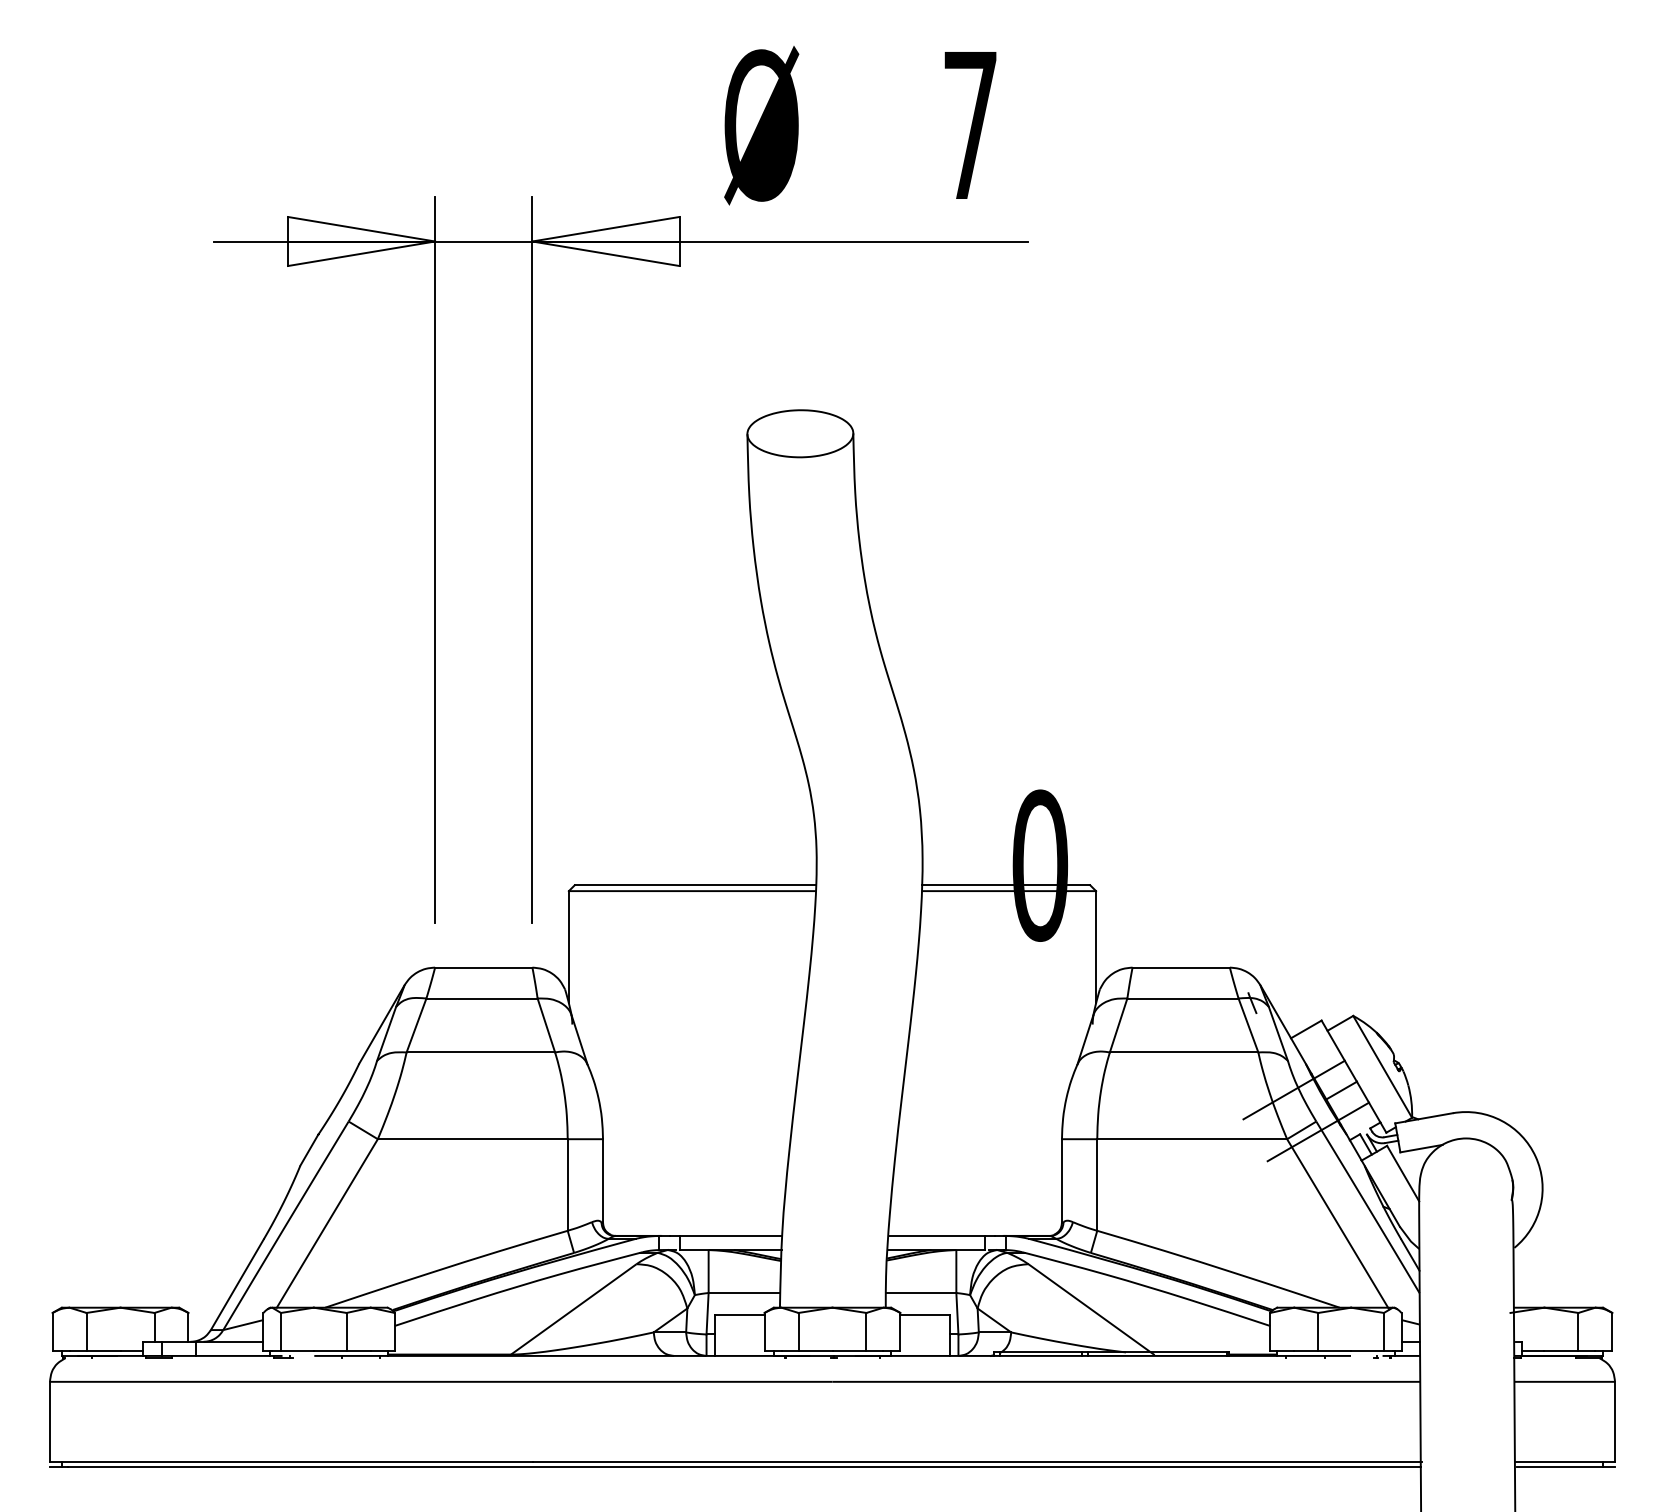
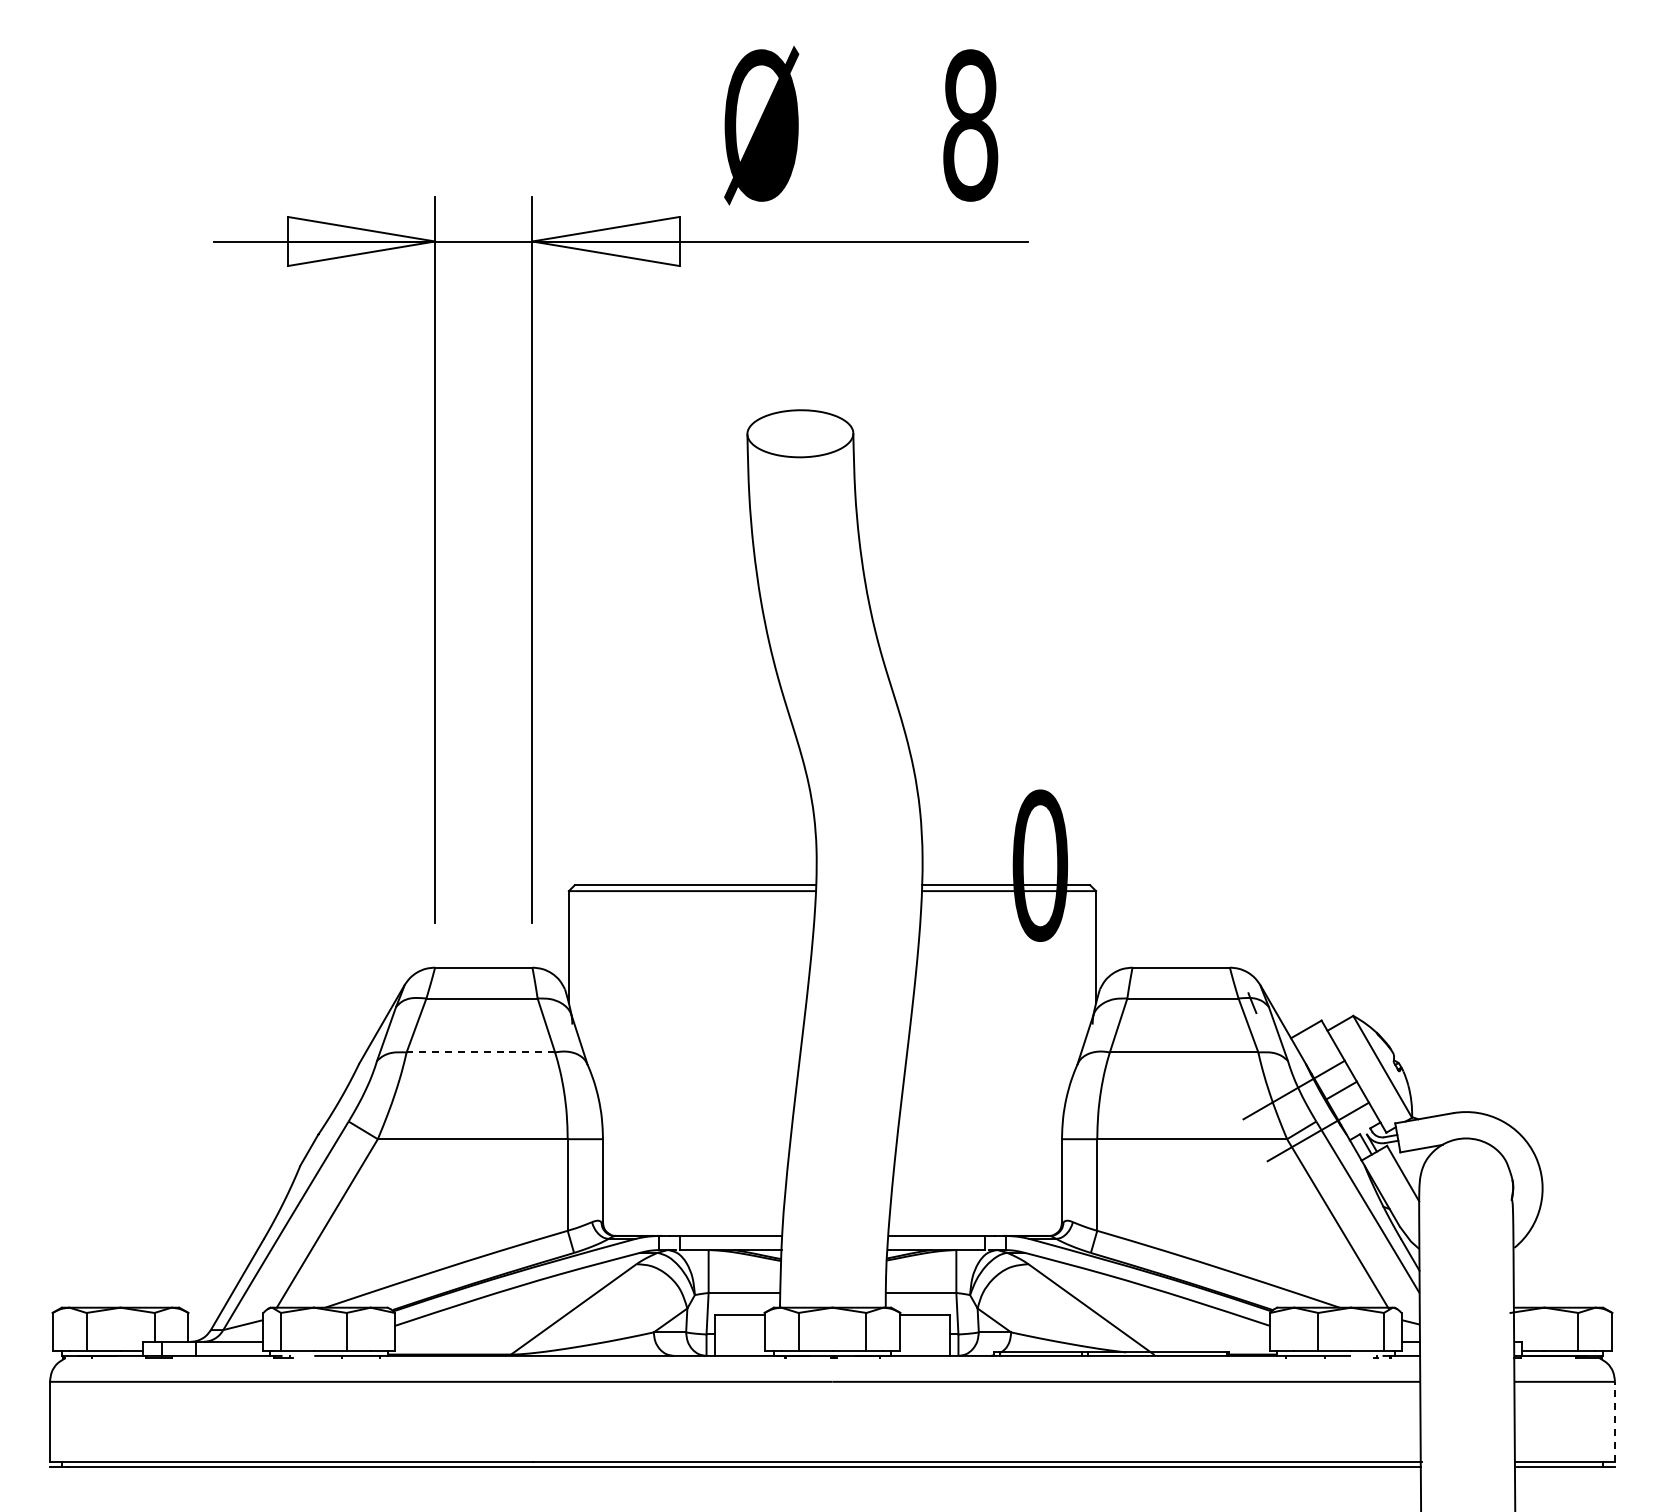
text at (970, 125): 7 -> 8
line at (480, 1052): solid -> dashed
line at (1615, 1421): solid -> dashed
